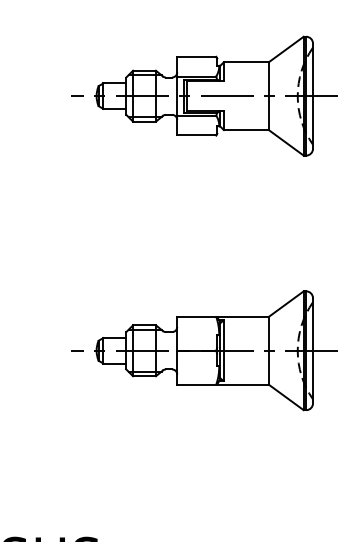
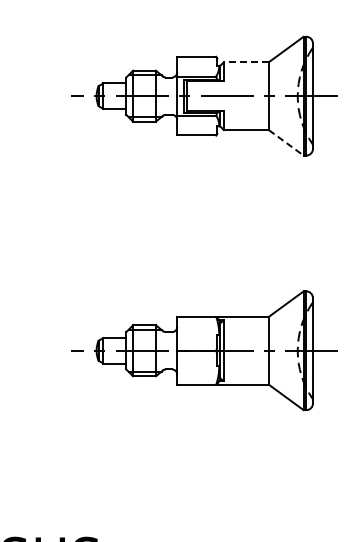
line at (245, 62): solid -> dashed
line at (286, 142): solid -> dashed
